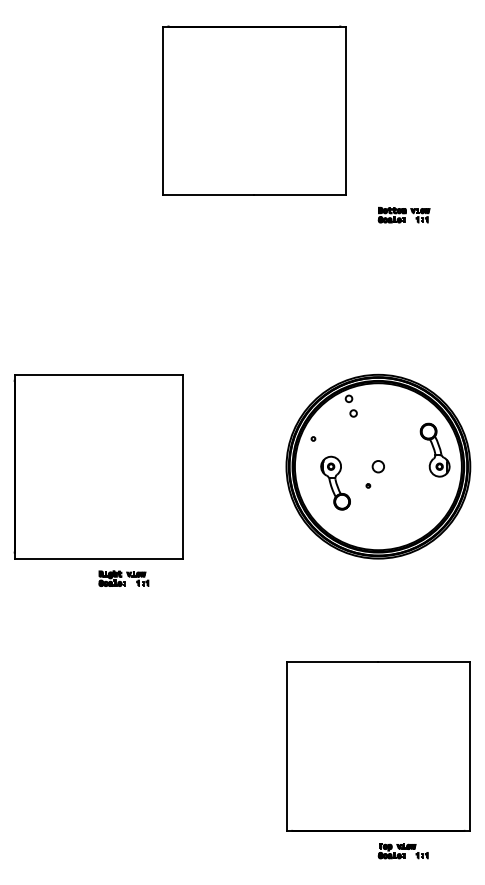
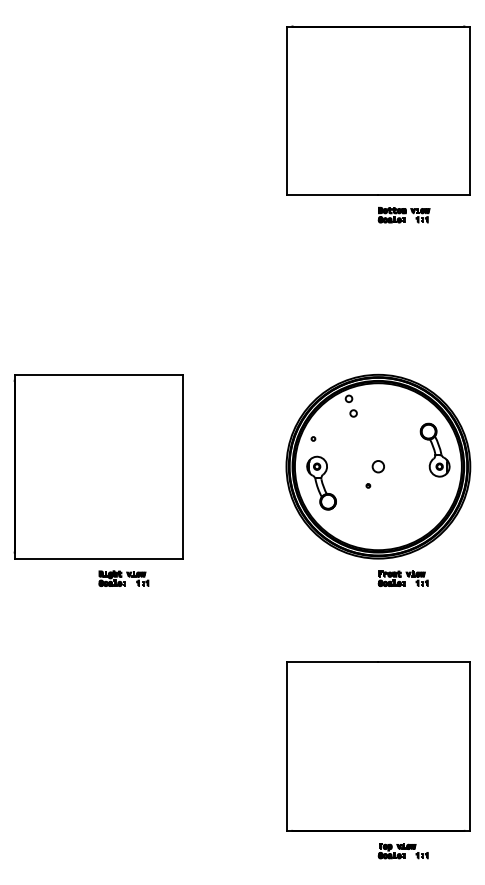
part at (254, 110) position: (254, 110) -> (378, 110)
part at (335, 482) position: (335, 482) -> (321, 482)
part at (402, 578): none -> present
